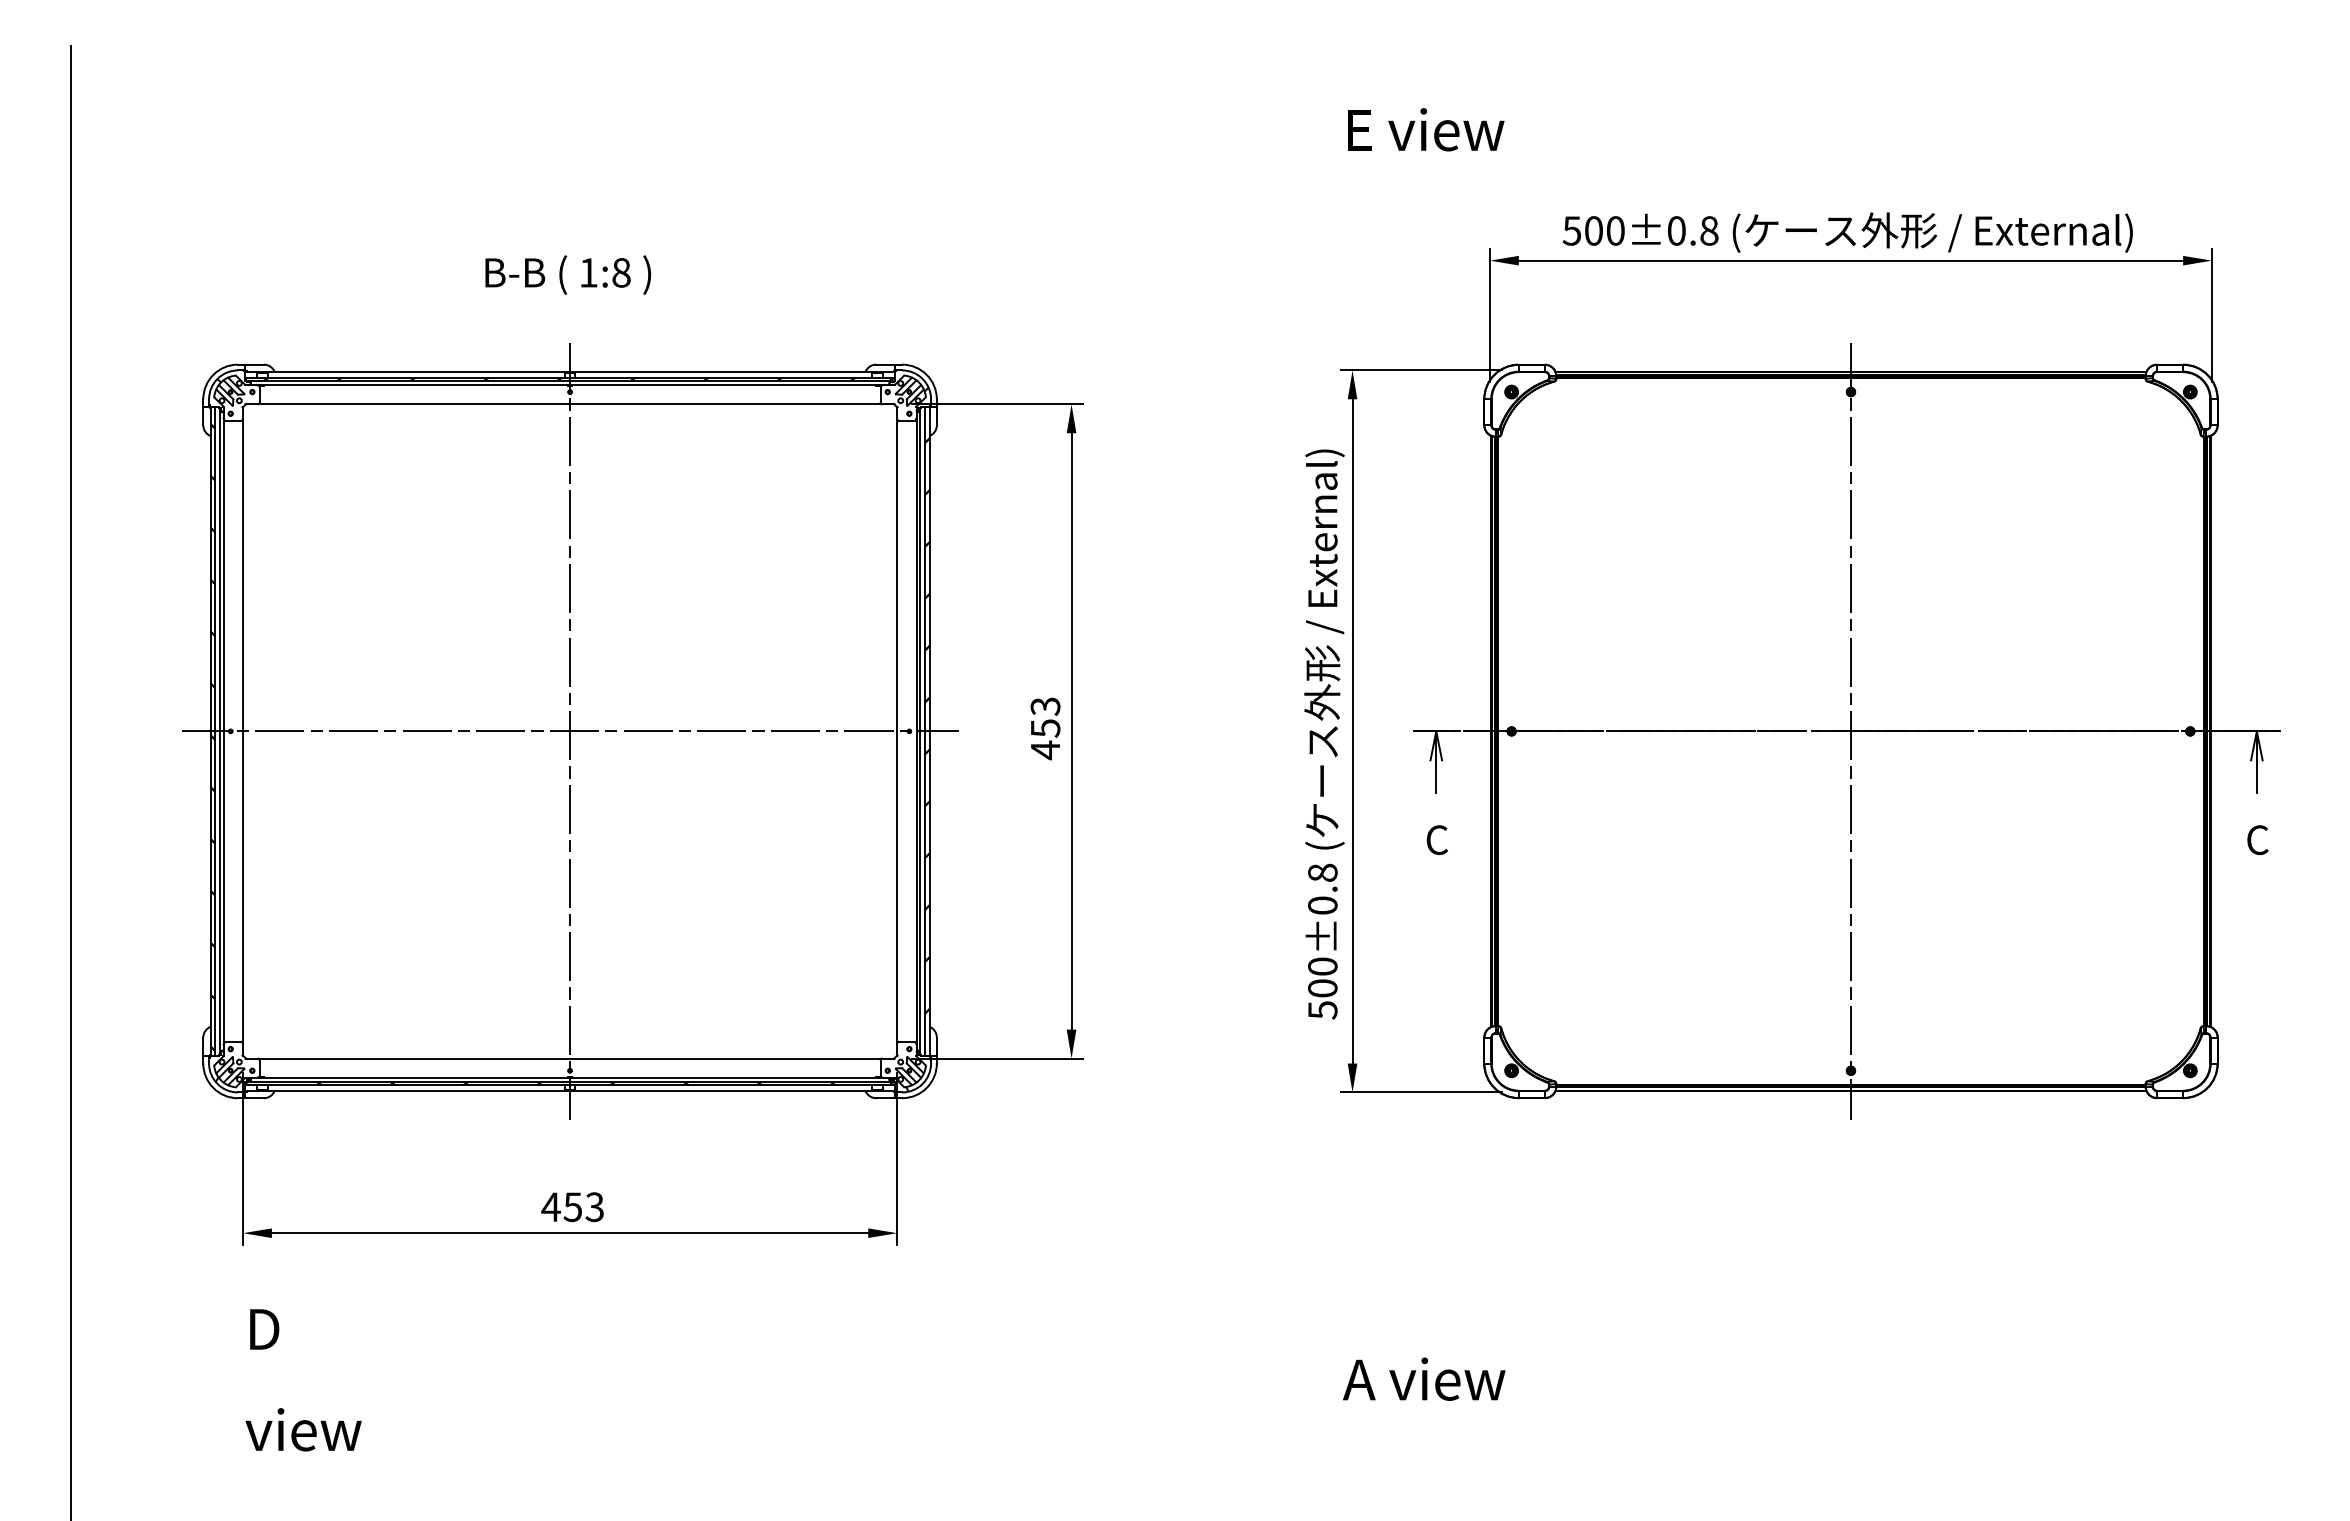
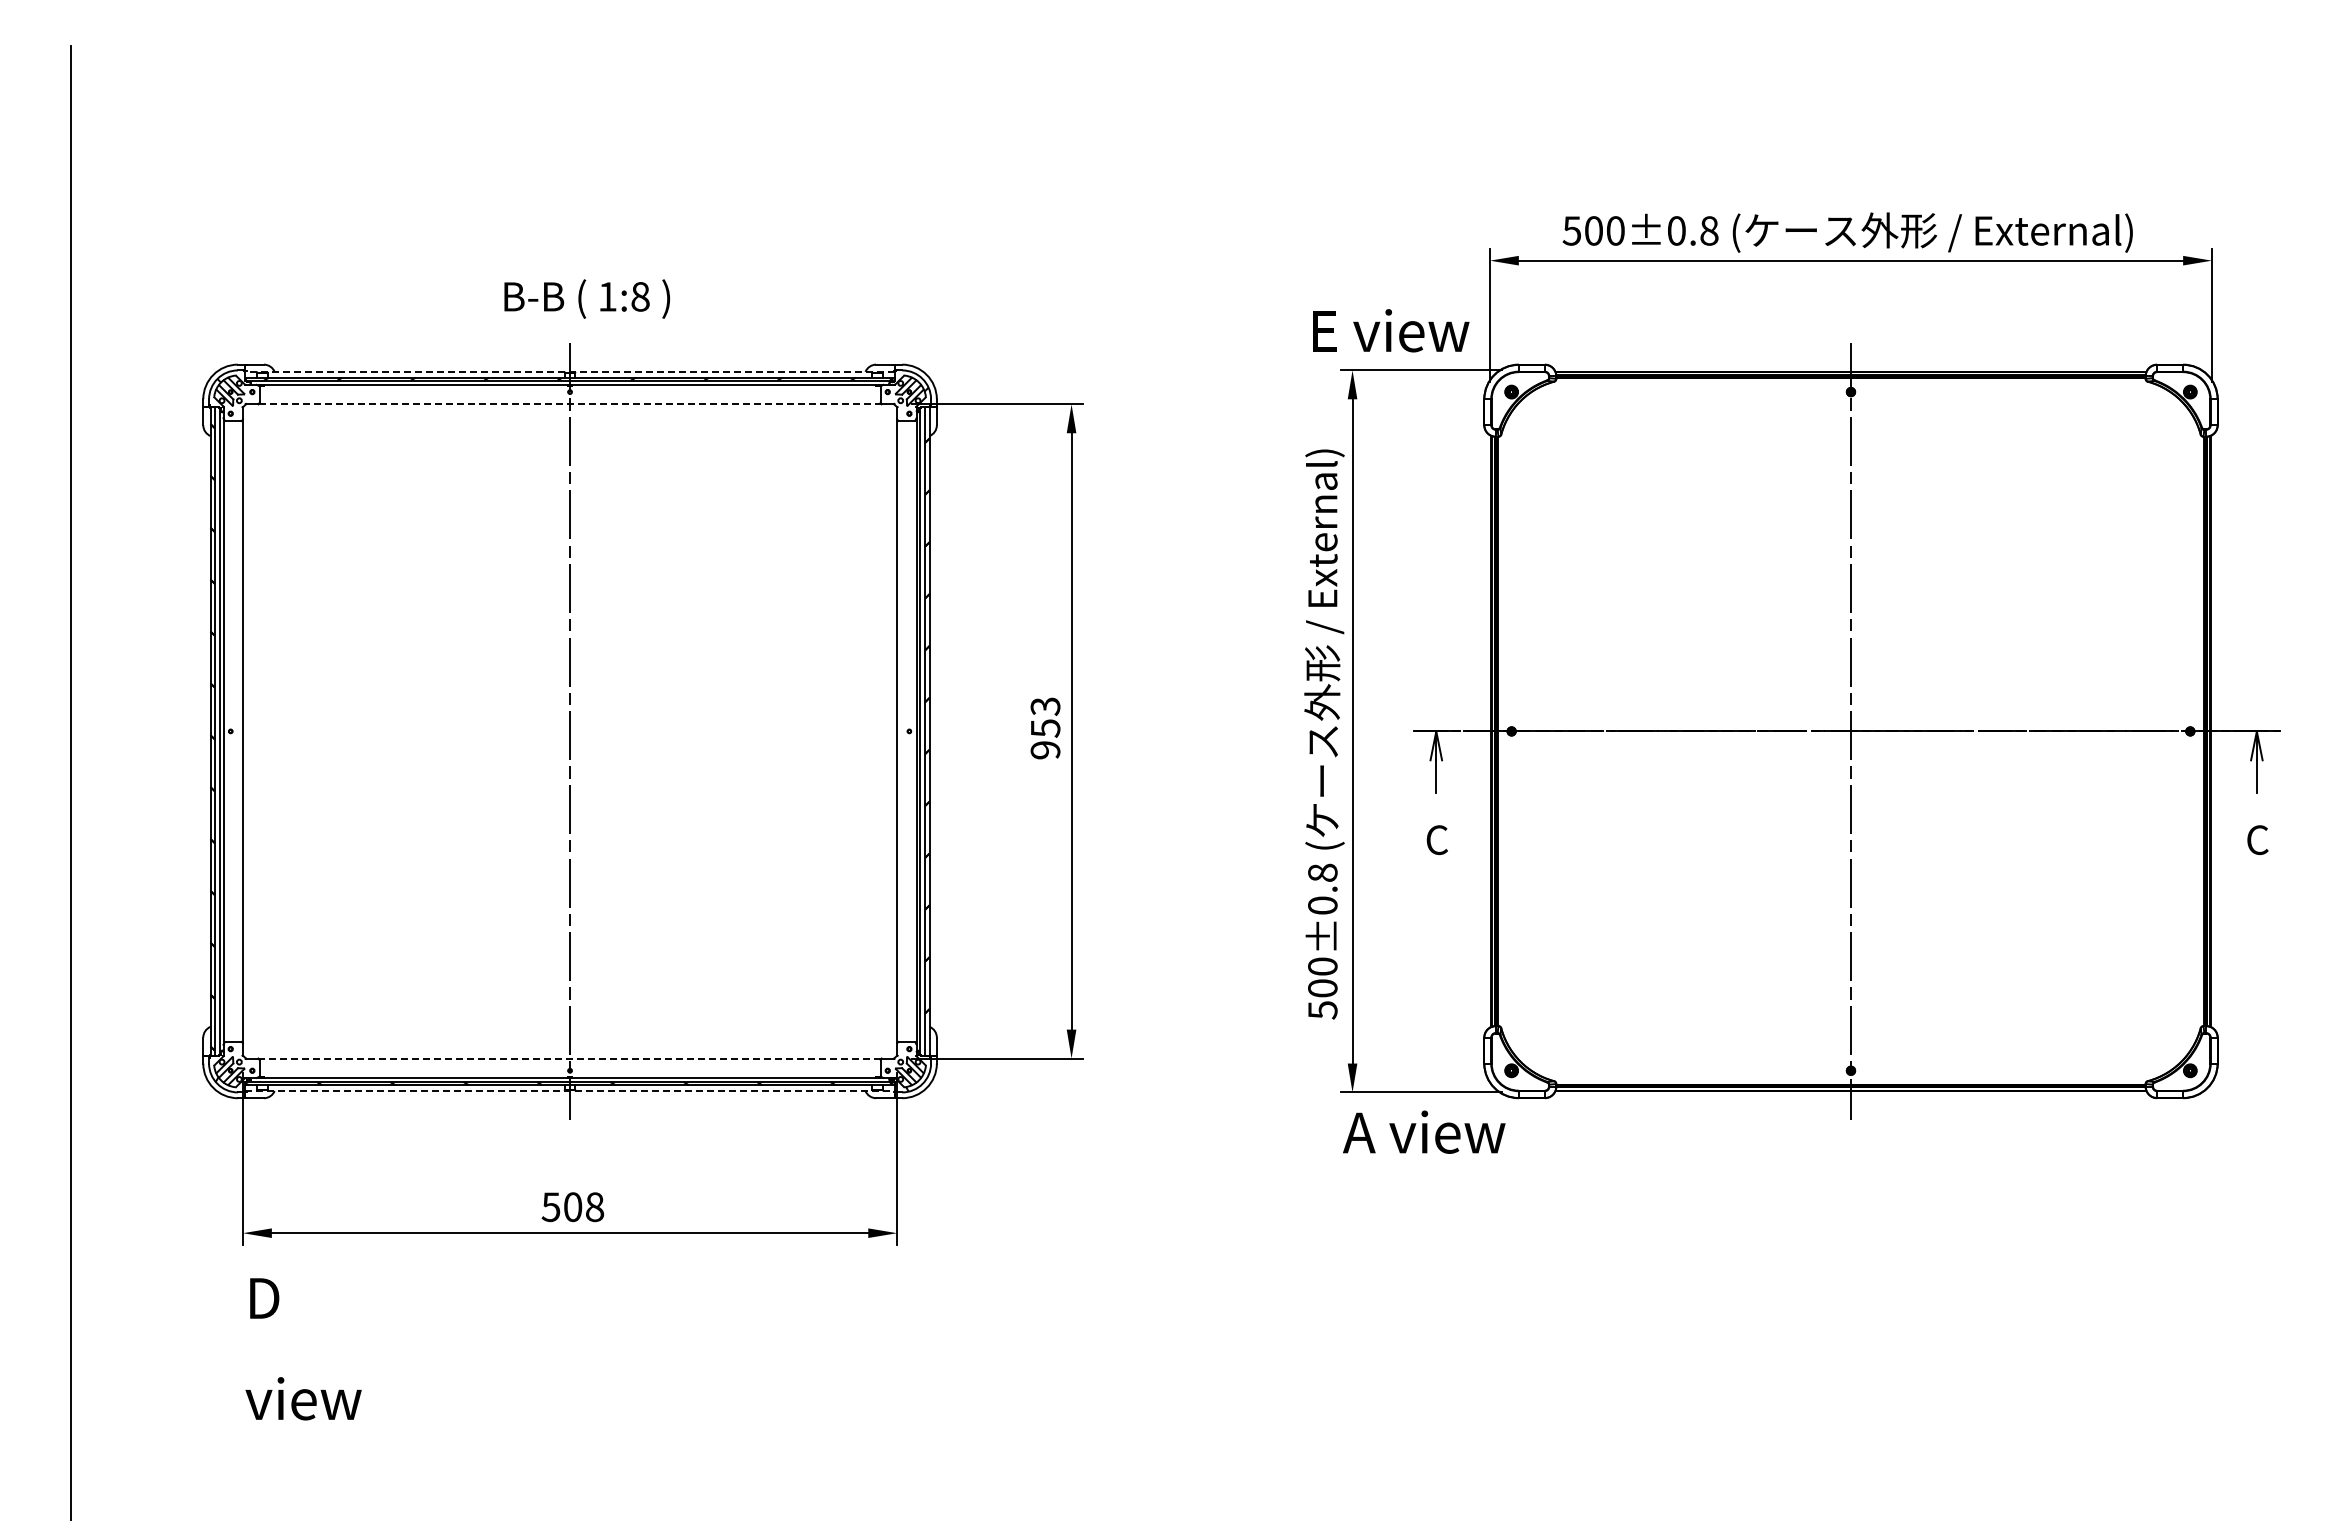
text at (1426, 129) position: (1426, 129) -> (1391, 330)
text at (567, 274) position: (567, 274) -> (586, 298)
line at (570, 371): solid -> dashed
line at (569, 404): solid -> dashed
line at (569, 731): present -> none
text at (1045, 750): 453 -> 953
line at (570, 1058): solid -> dashed
line at (570, 1091): solid -> dashed
text at (572, 1207): 453 -> 508
text at (1424, 1378) position: (1424, 1378) -> (1424, 1131)
text at (303, 1380) position: (303, 1380) -> (303, 1349)
